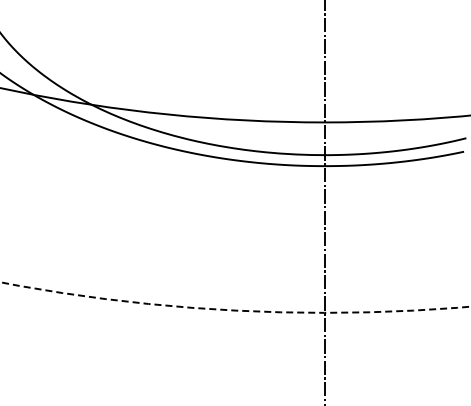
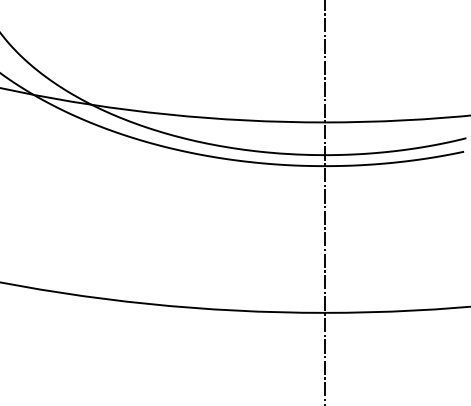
circle at (235, 297): dashed -> solid
